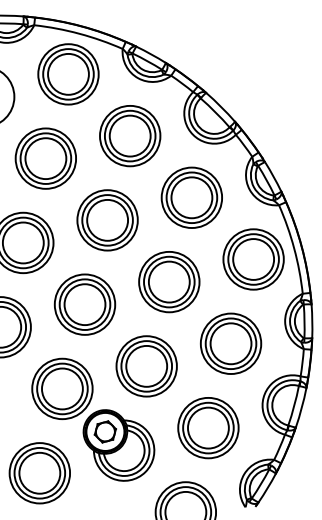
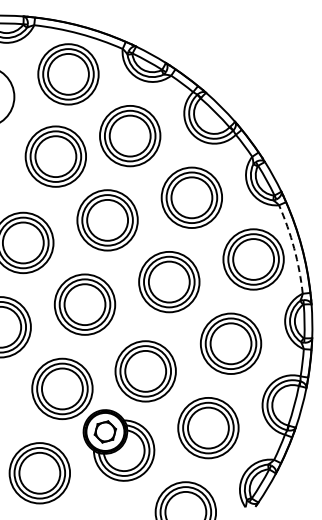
part at (45, 158) position: (45, 158) -> (55, 156)
arc at (294, 248): solid -> dashed
part at (146, 366) position: (146, 366) -> (145, 371)
